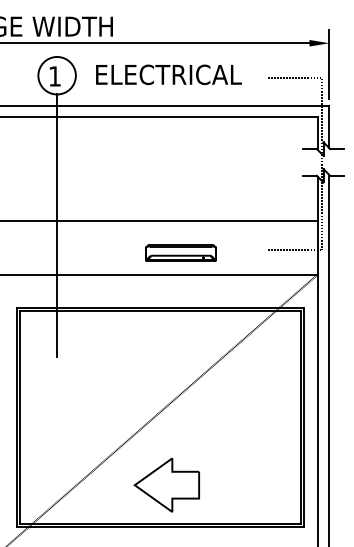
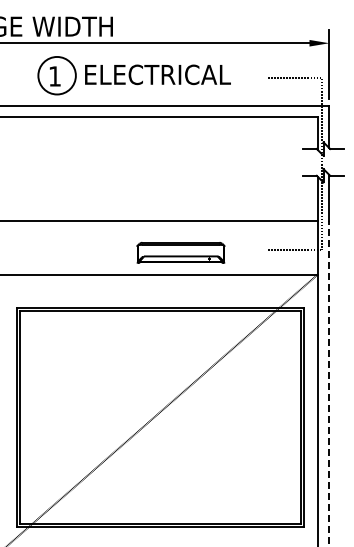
text at (168, 74) position: (168, 74) -> (157, 74)
line at (57, 225): present -> none
part at (180, 252) size: 72x18 px -> 90x22 px
line at (329, 383): solid -> dashed
part at (166, 484): present -> none
